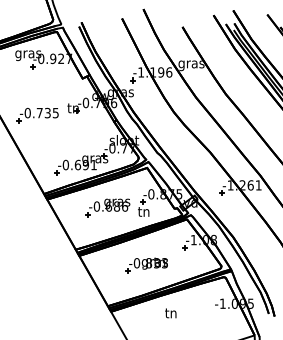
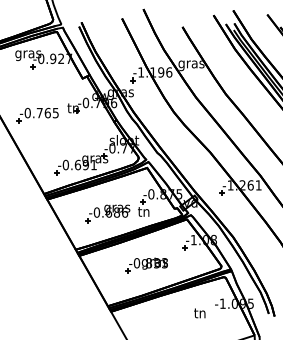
text at (47, 112): -0.735 -> -0.765
part at (107, 207) position: (107, 207) -> (107, 213)
text at (170, 313) position: (170, 313) -> (199, 313)
